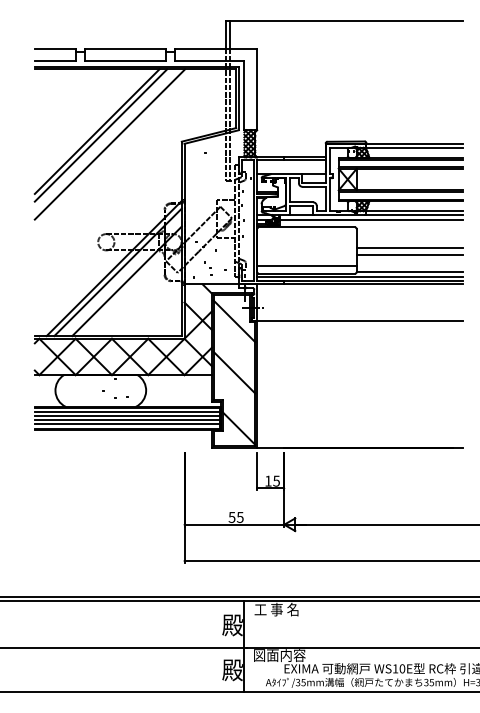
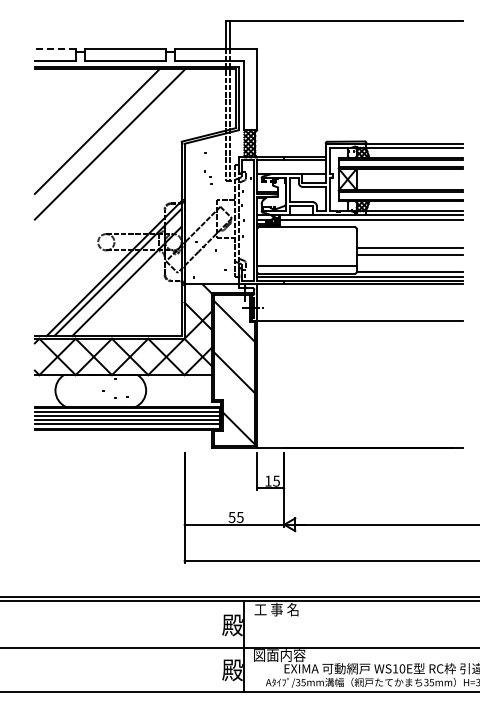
line at (54, 48): solid -> dashed
line at (100, 135): present -> none
part at (208, 268) position: (208, 268) -> (208, 177)
